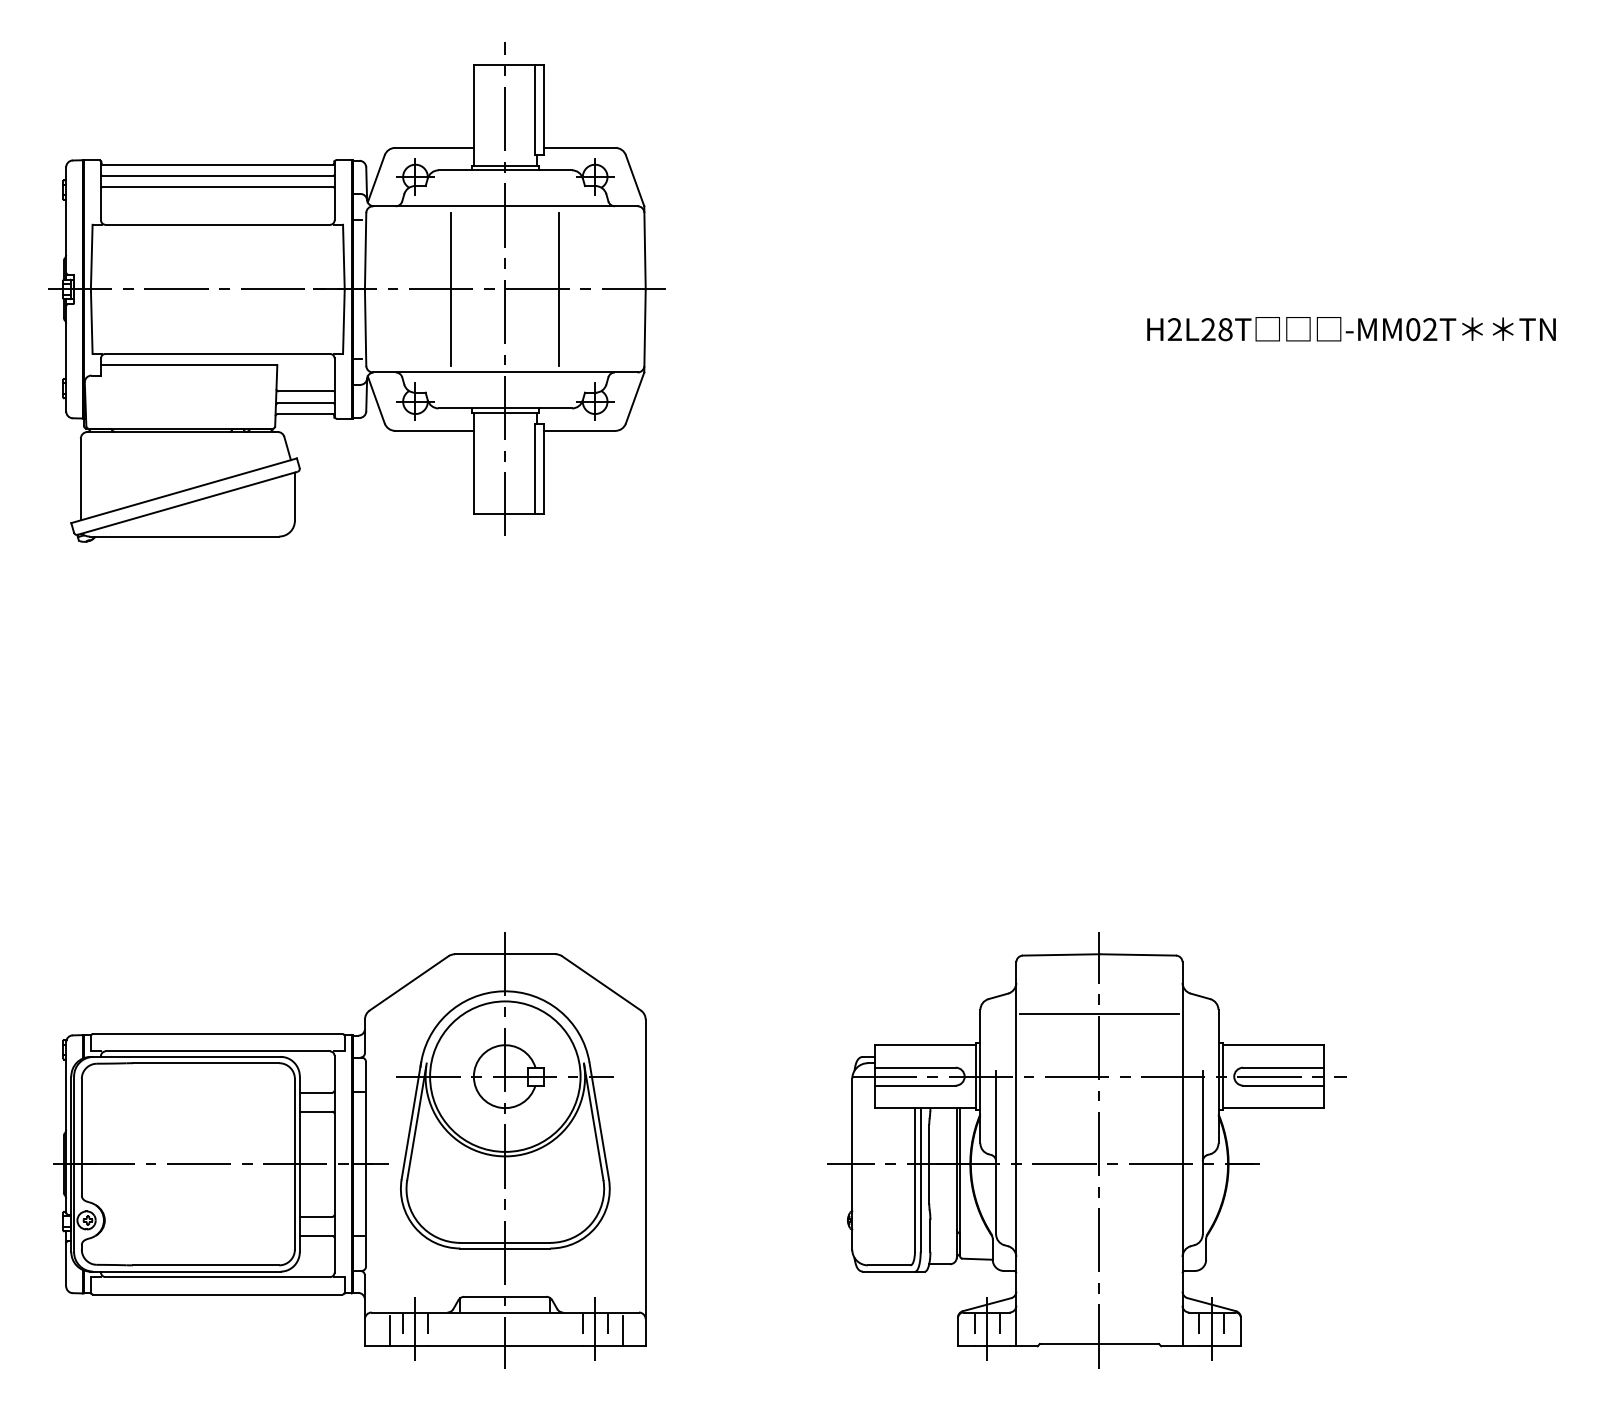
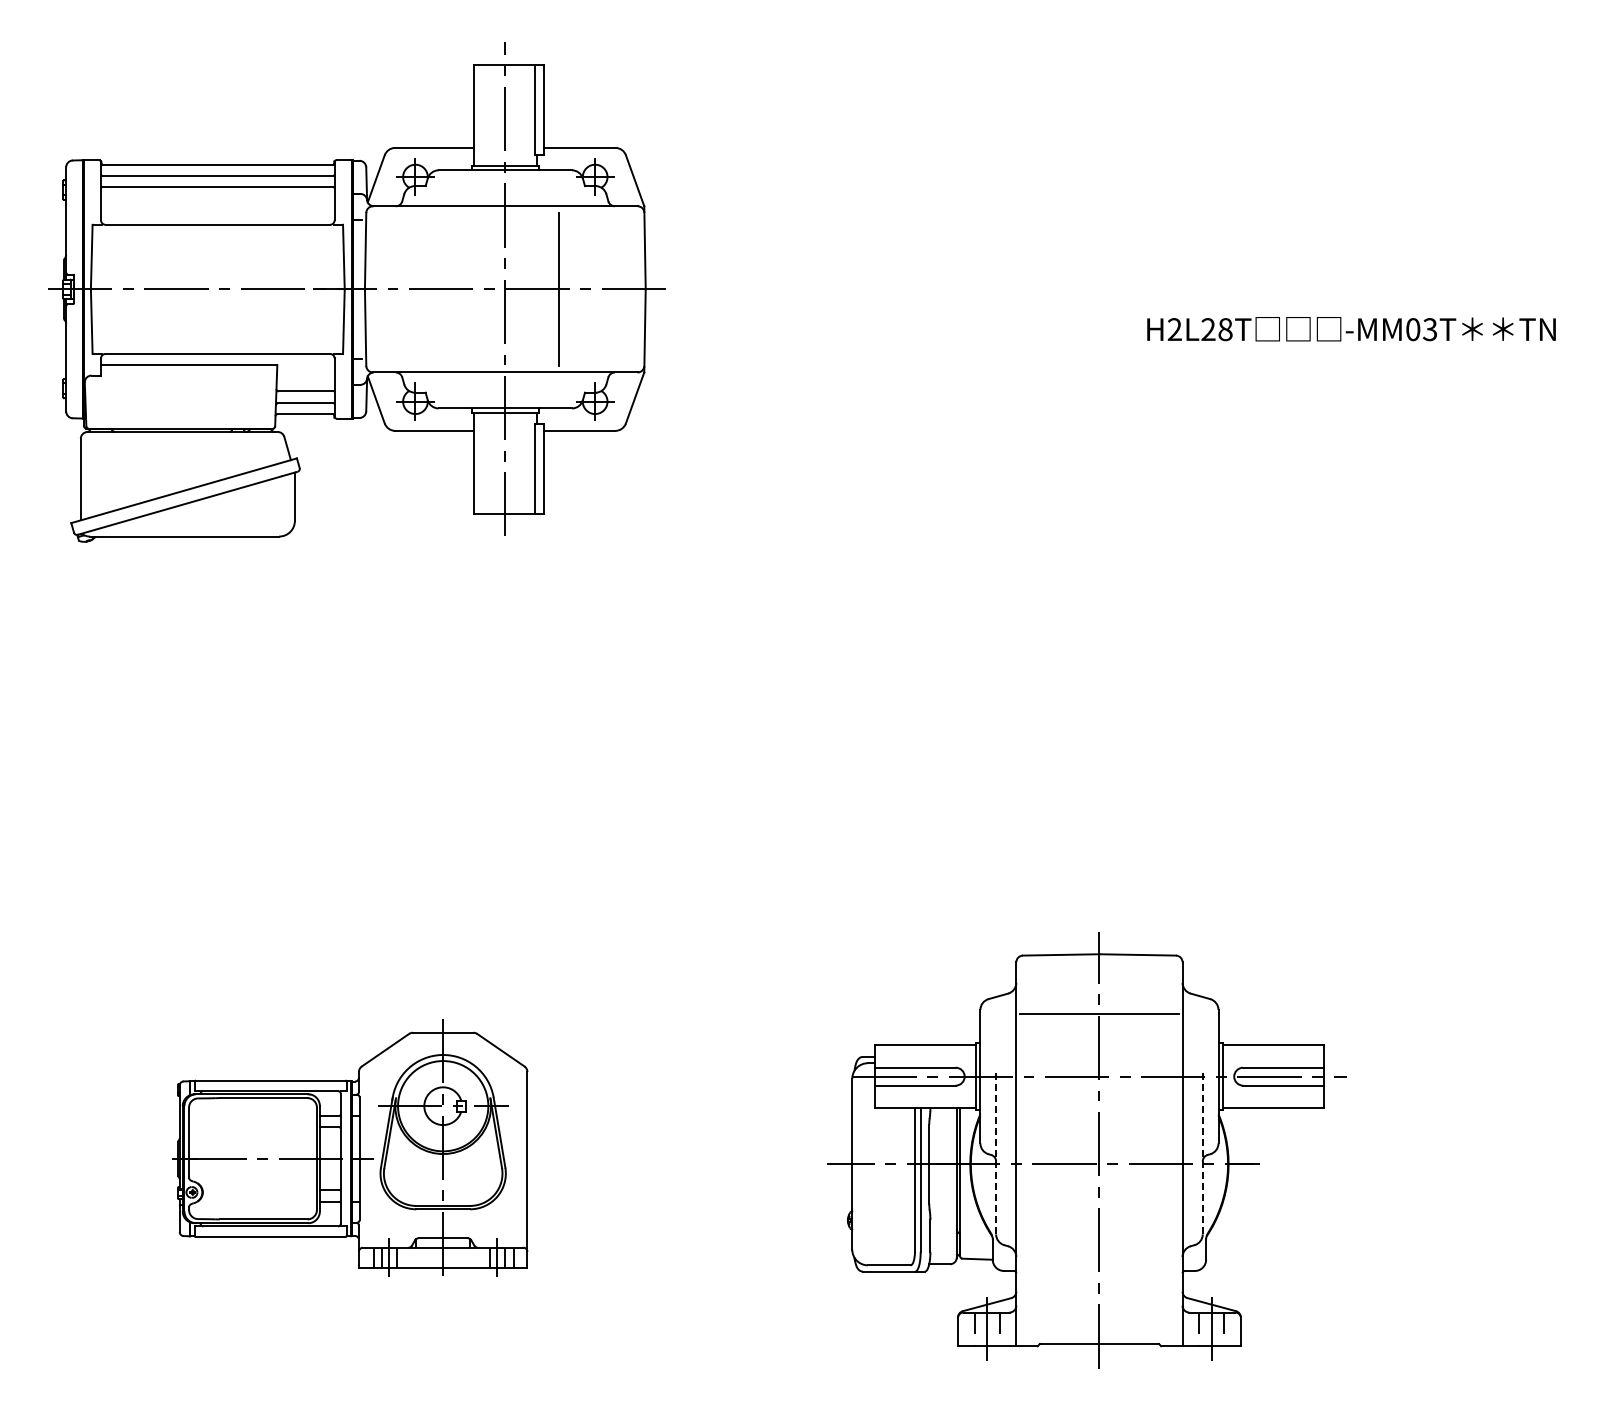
line at (451, 289): present -> none
text at (1430, 329): -MM02T -> -MM03T
part at (349, 1150) size: 594x437 px -> 357x258 px
line at (996, 1152): solid -> dashed
line at (1202, 1152): solid -> dashed
